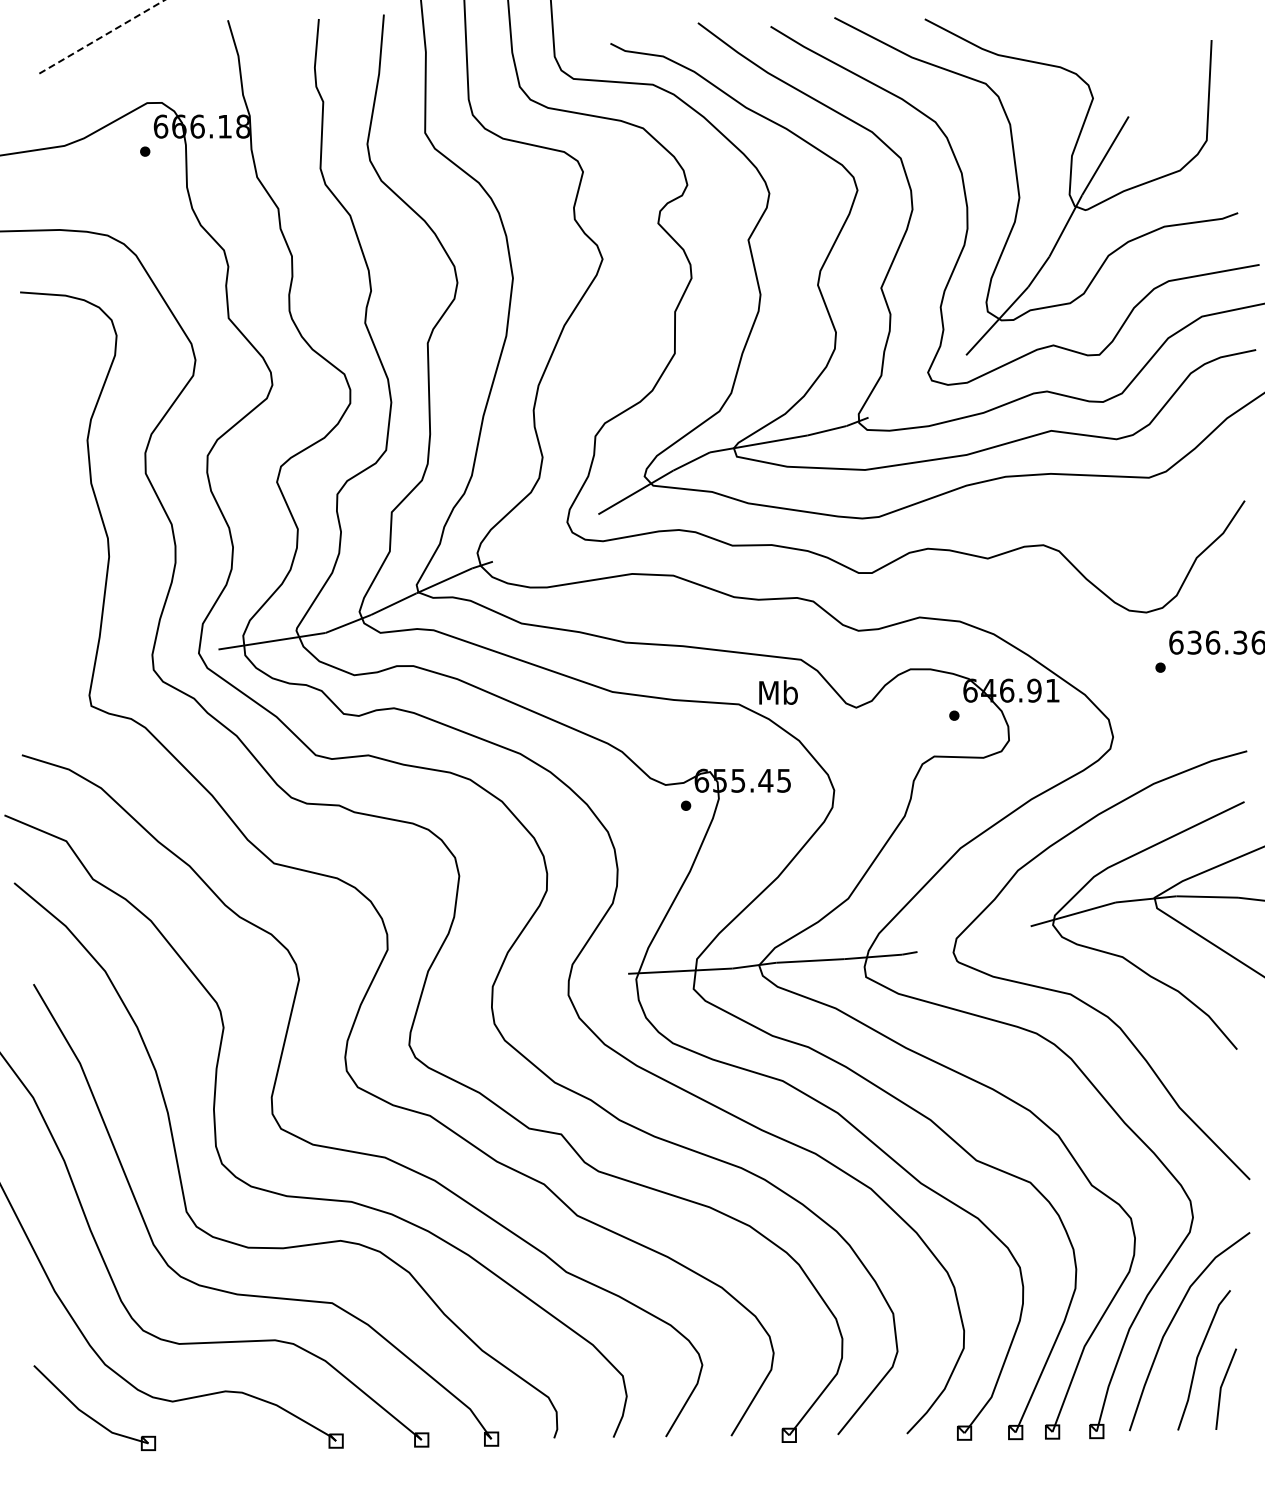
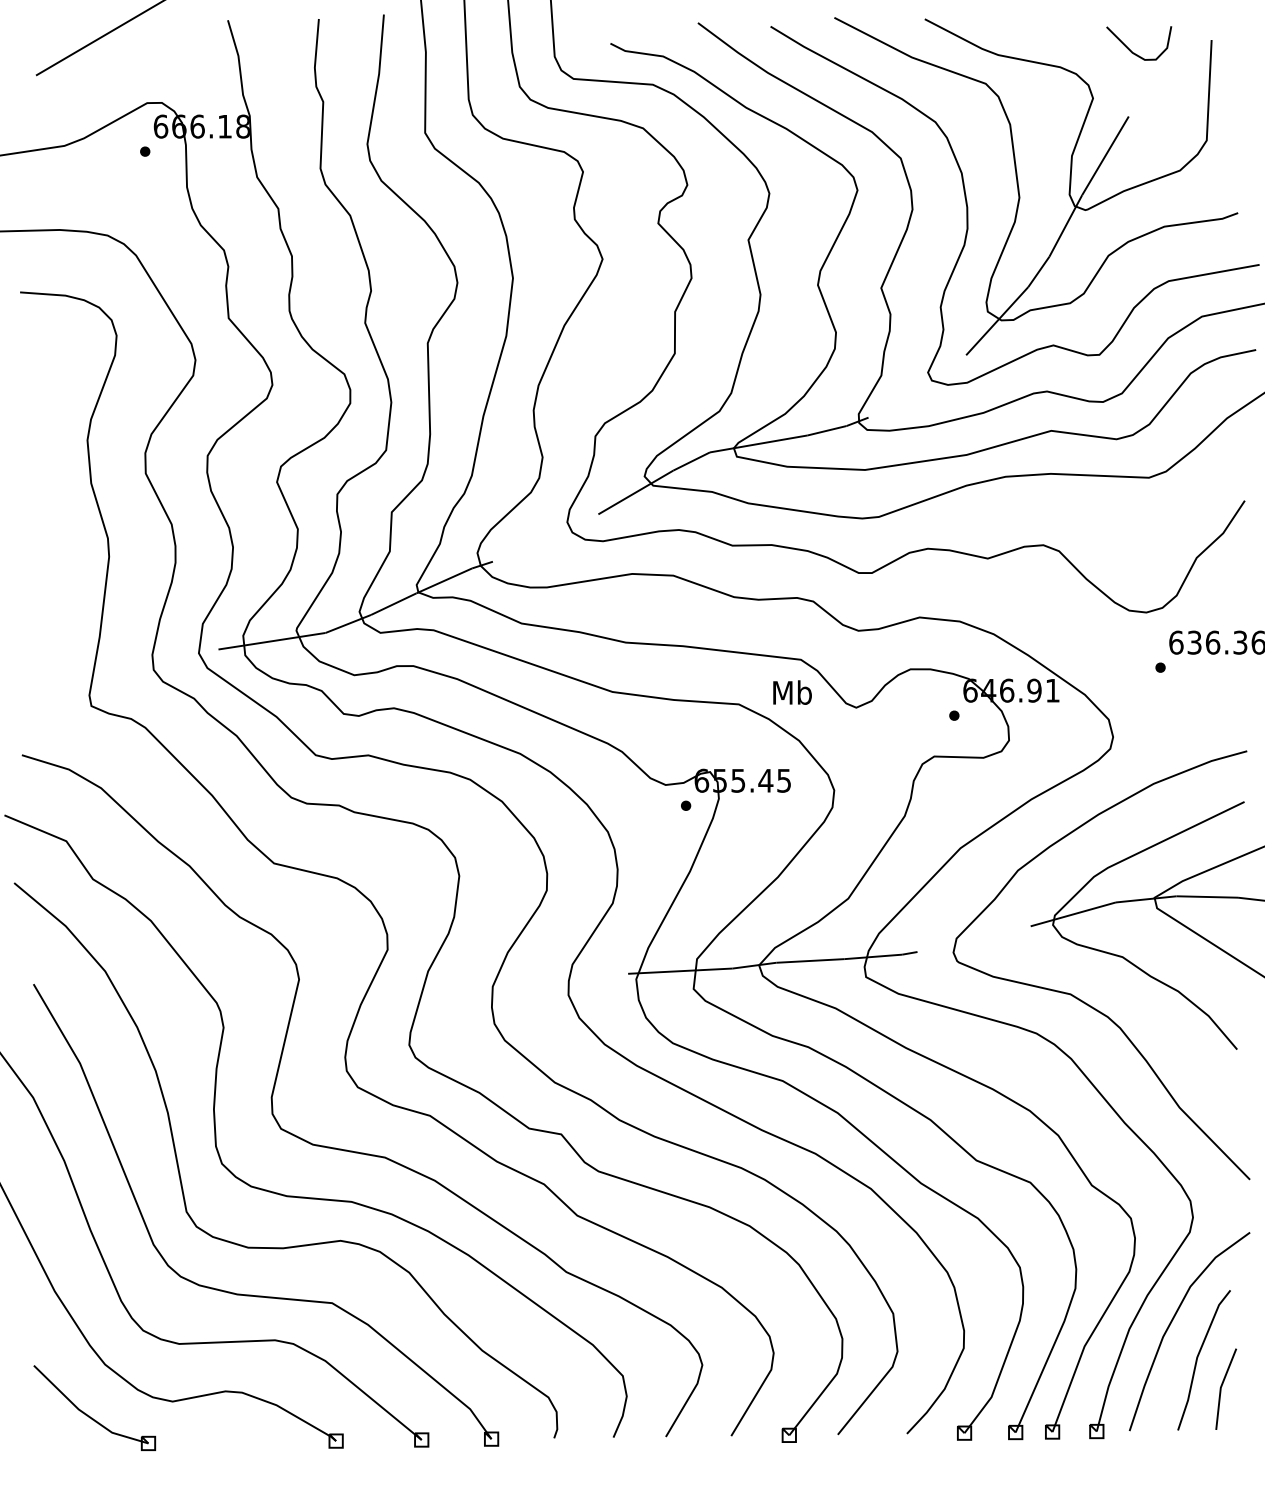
line at (99, 38): dashed -> solid
curve at (1134, 52): none -> present
text at (778, 692) position: (778, 692) -> (792, 692)
